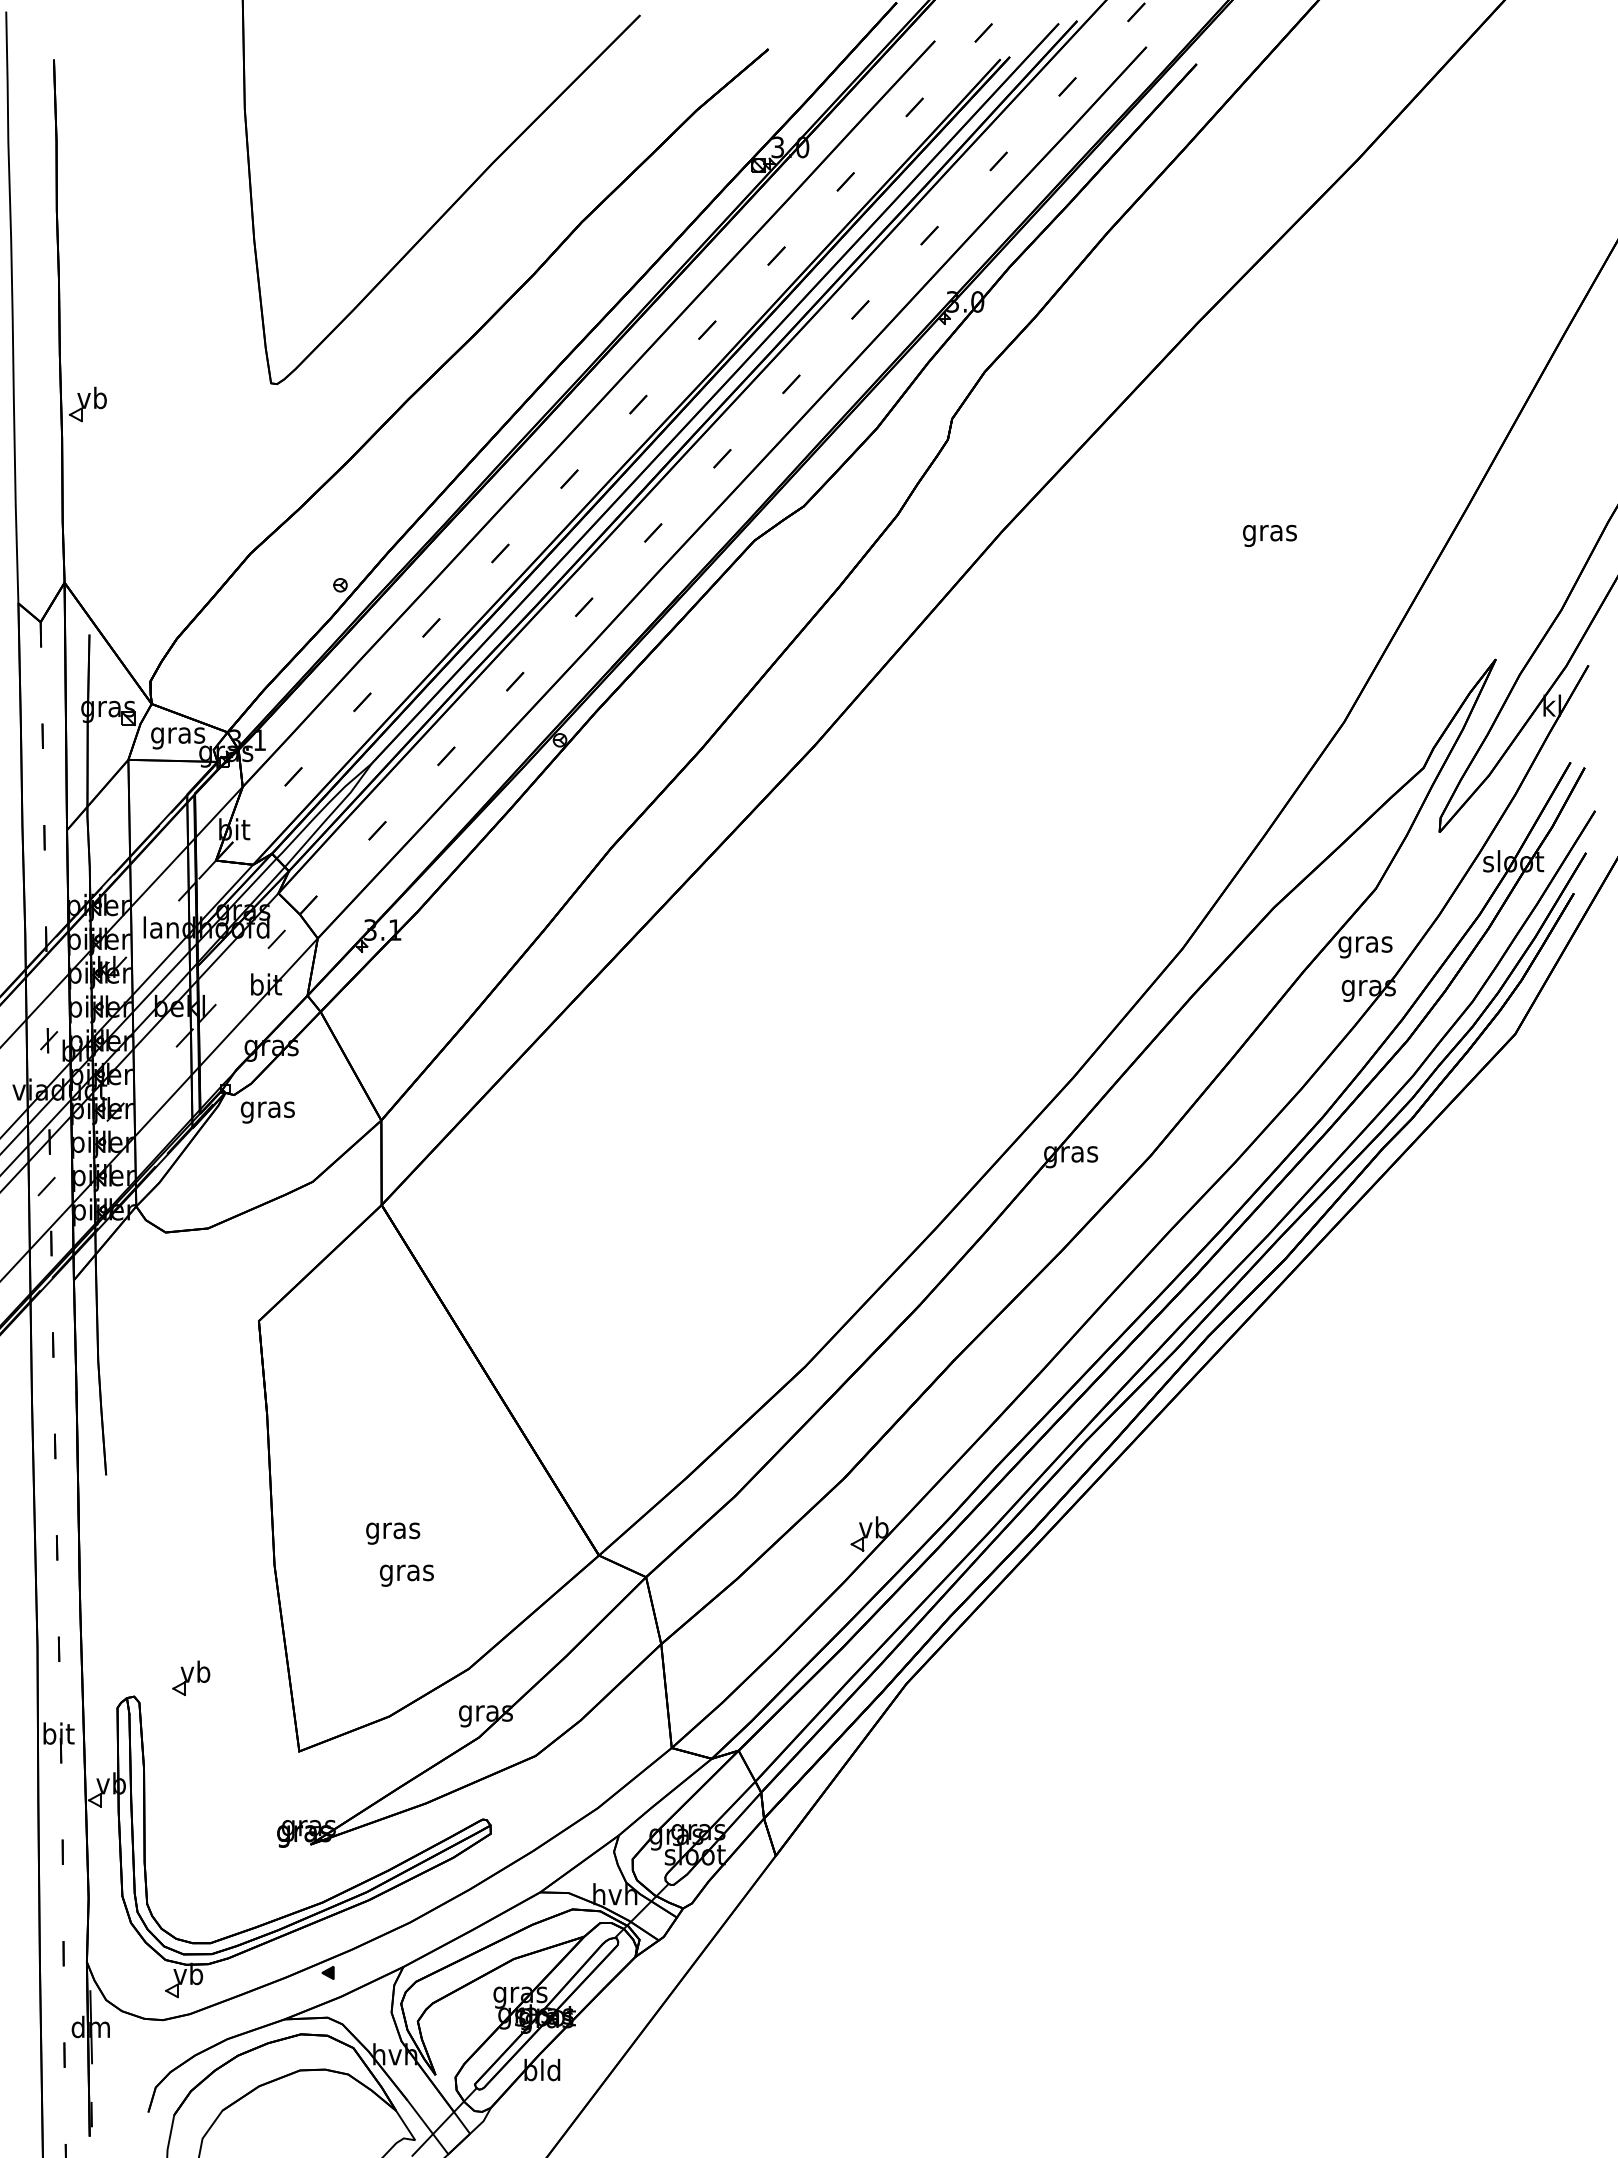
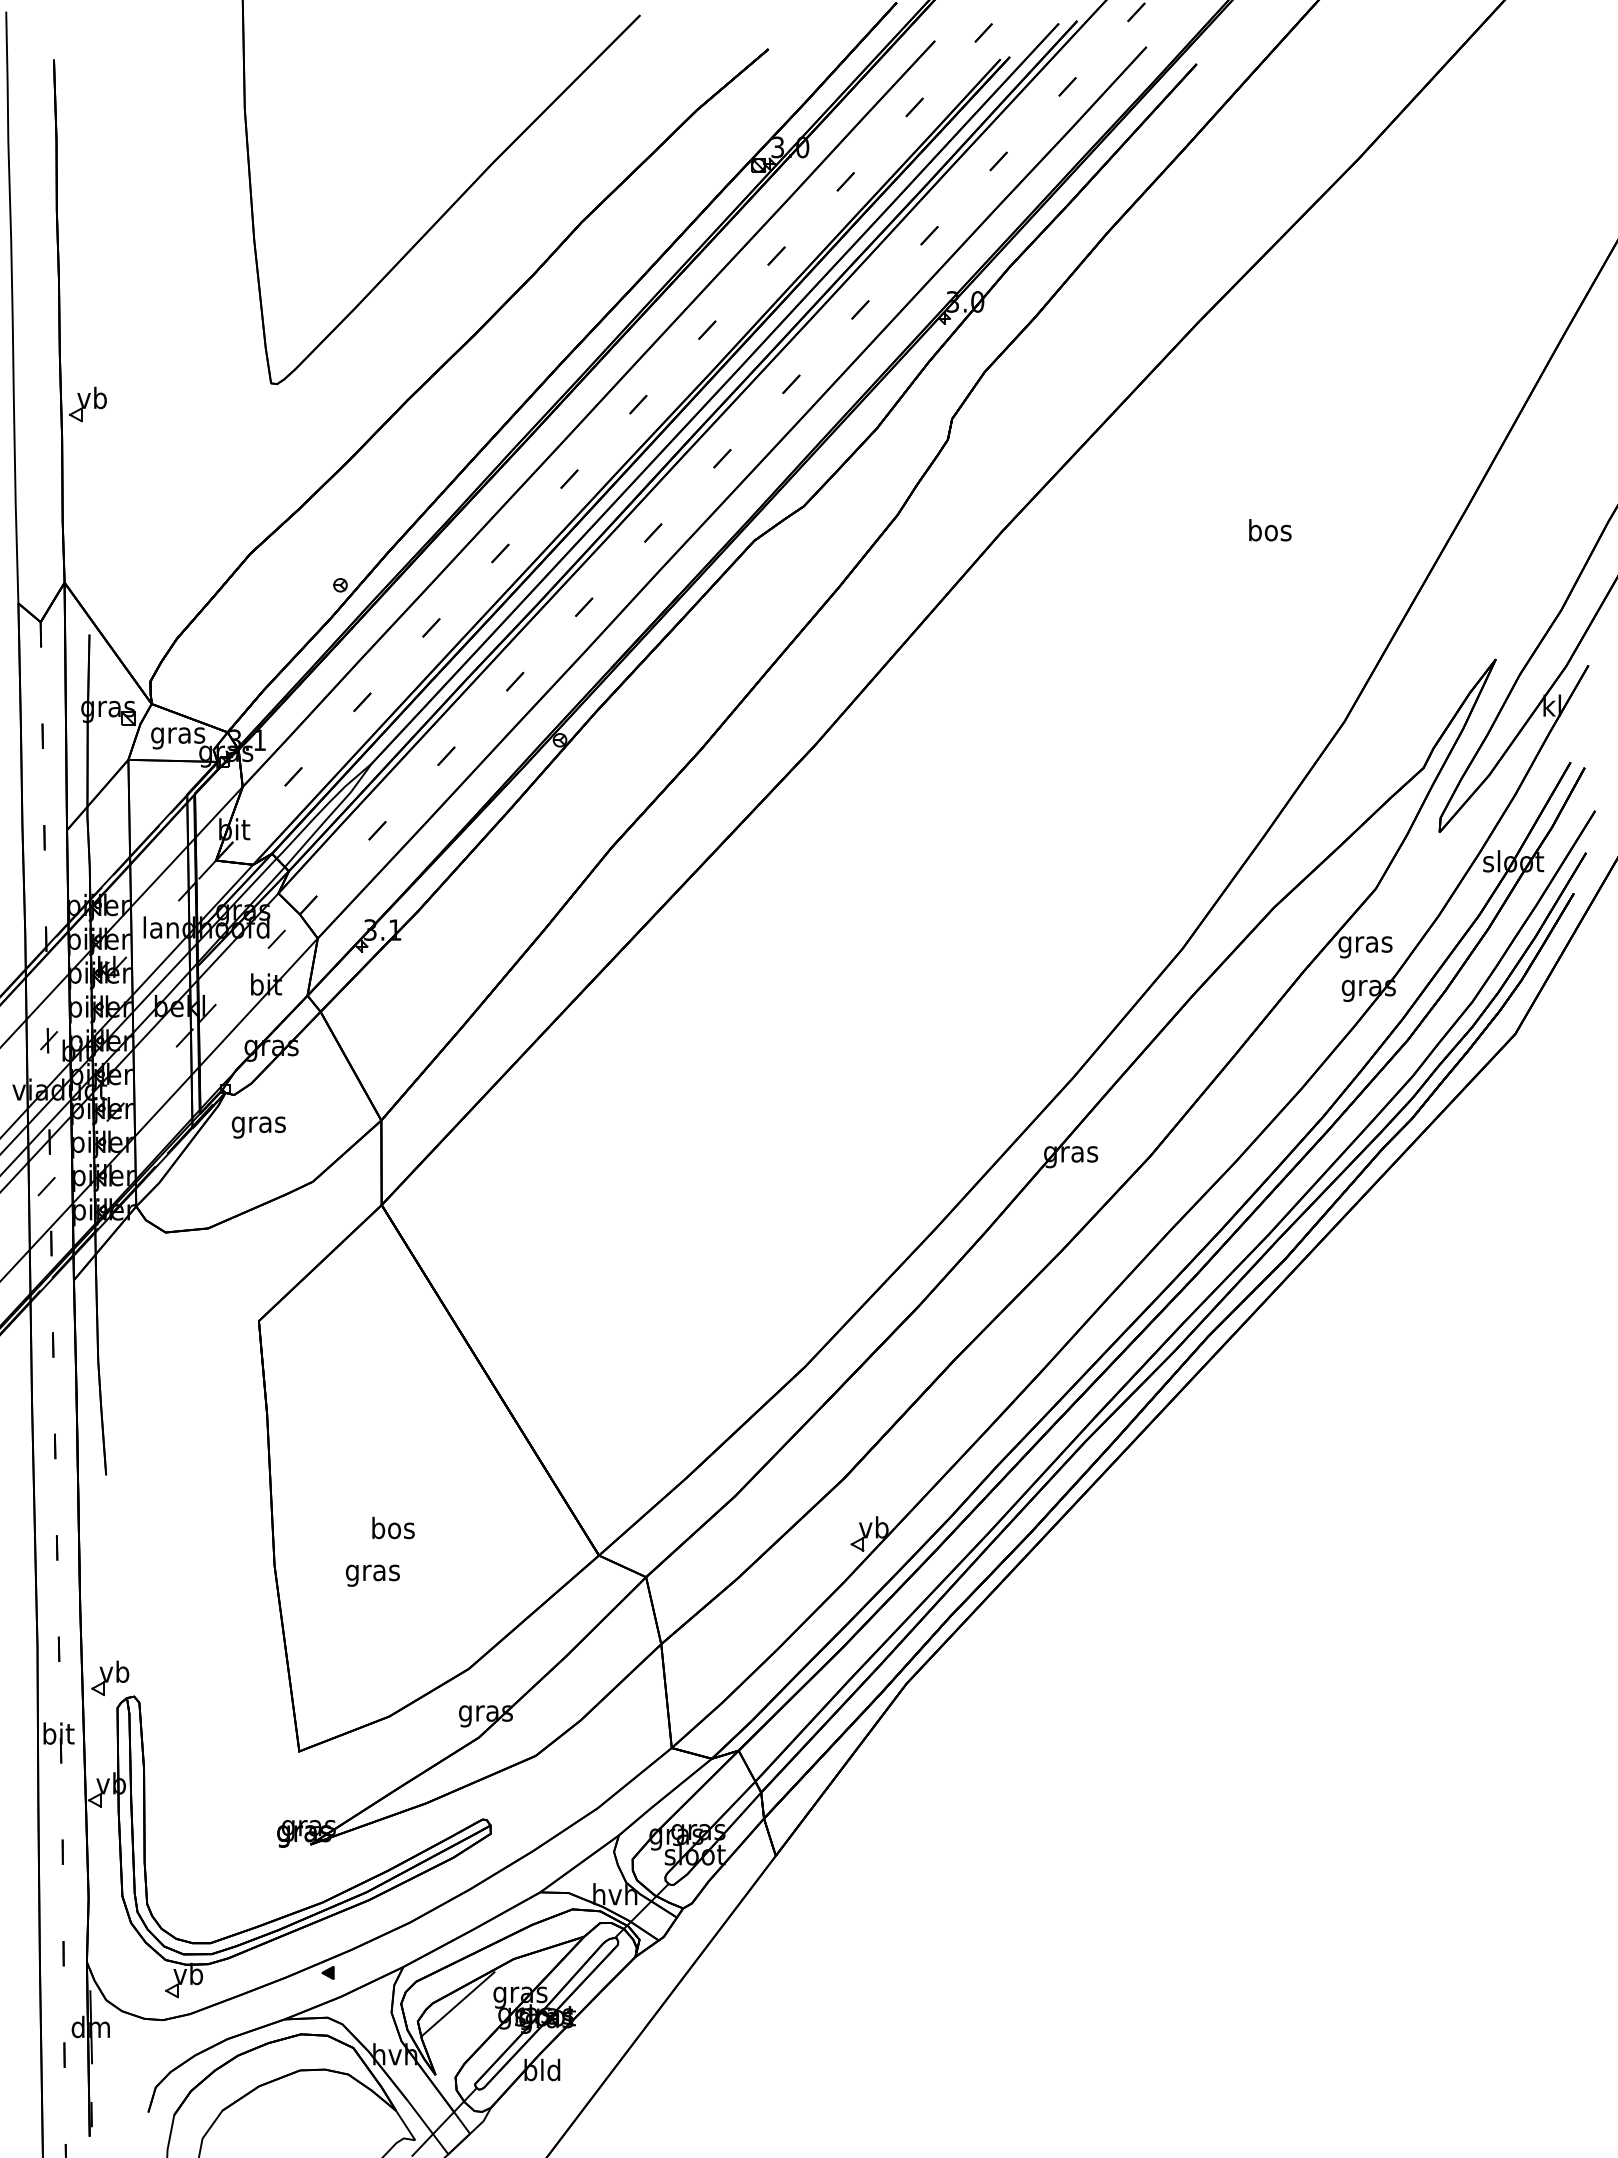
text at (1269, 533): gras -> bos
text at (267, 1112) position: (267, 1112) -> (258, 1127)
text at (393, 1530): gras -> bos
text at (406, 1575) position: (406, 1575) -> (372, 1575)
part at (191, 1678) position: (191, 1678) -> (110, 1678)
line at (458, 2003): none -> present
